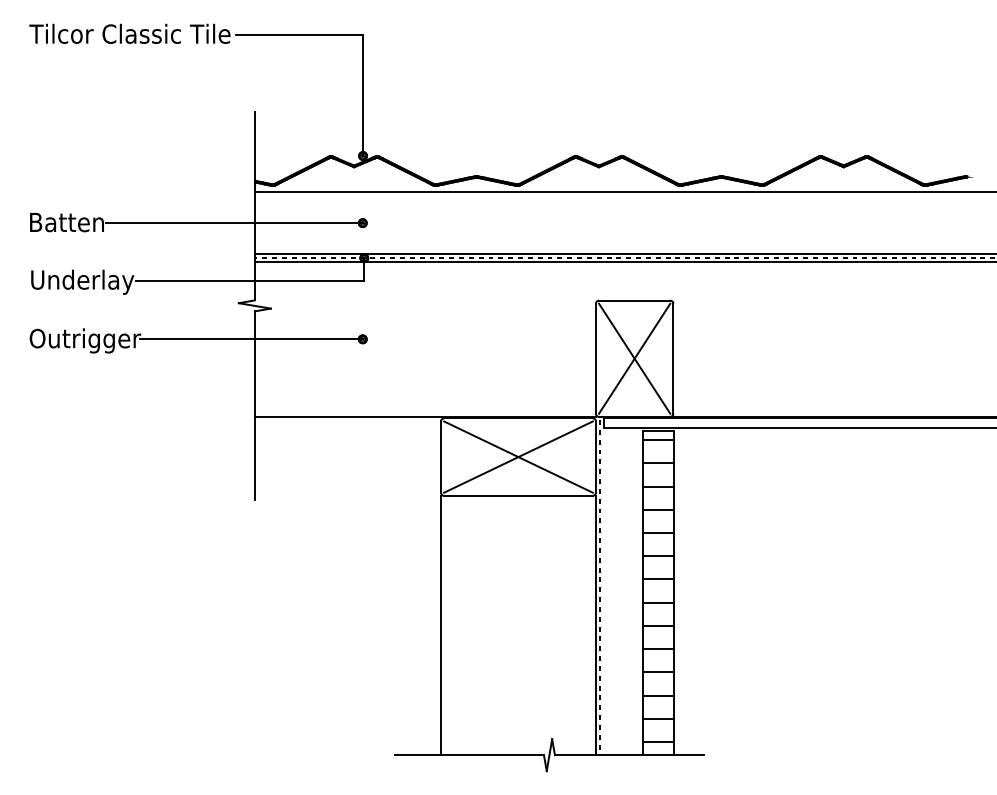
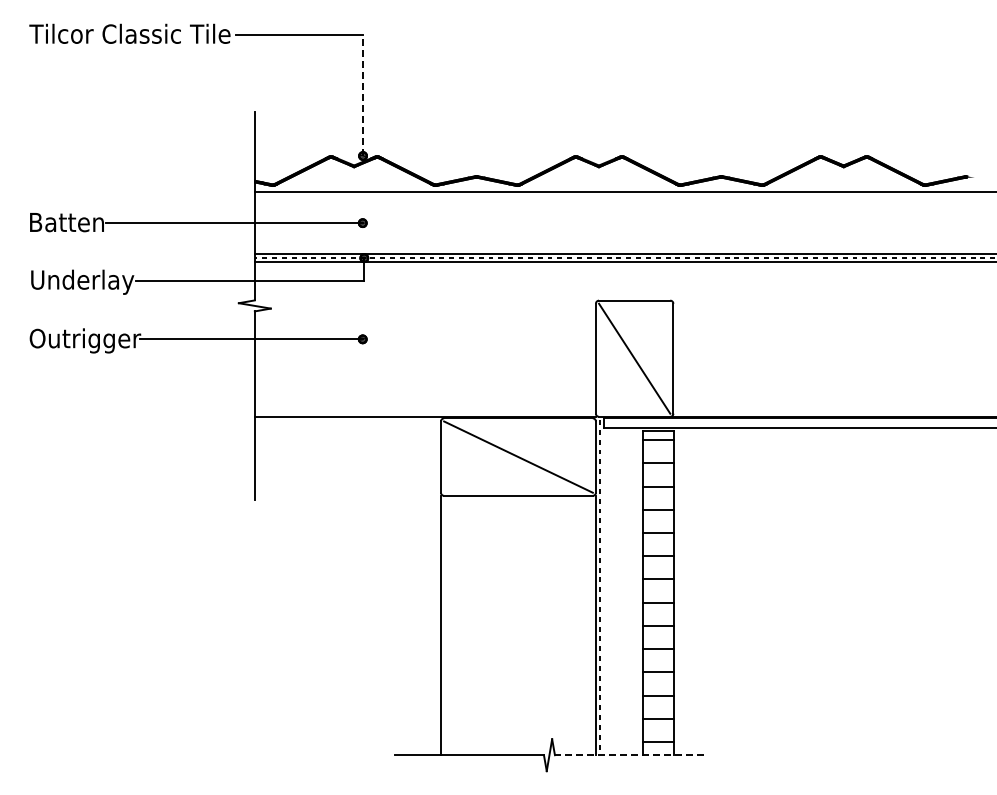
line at (363, 95): solid -> dashed
line at (634, 358): present -> none
line at (518, 456): present -> none
line at (629, 755): solid -> dashed
